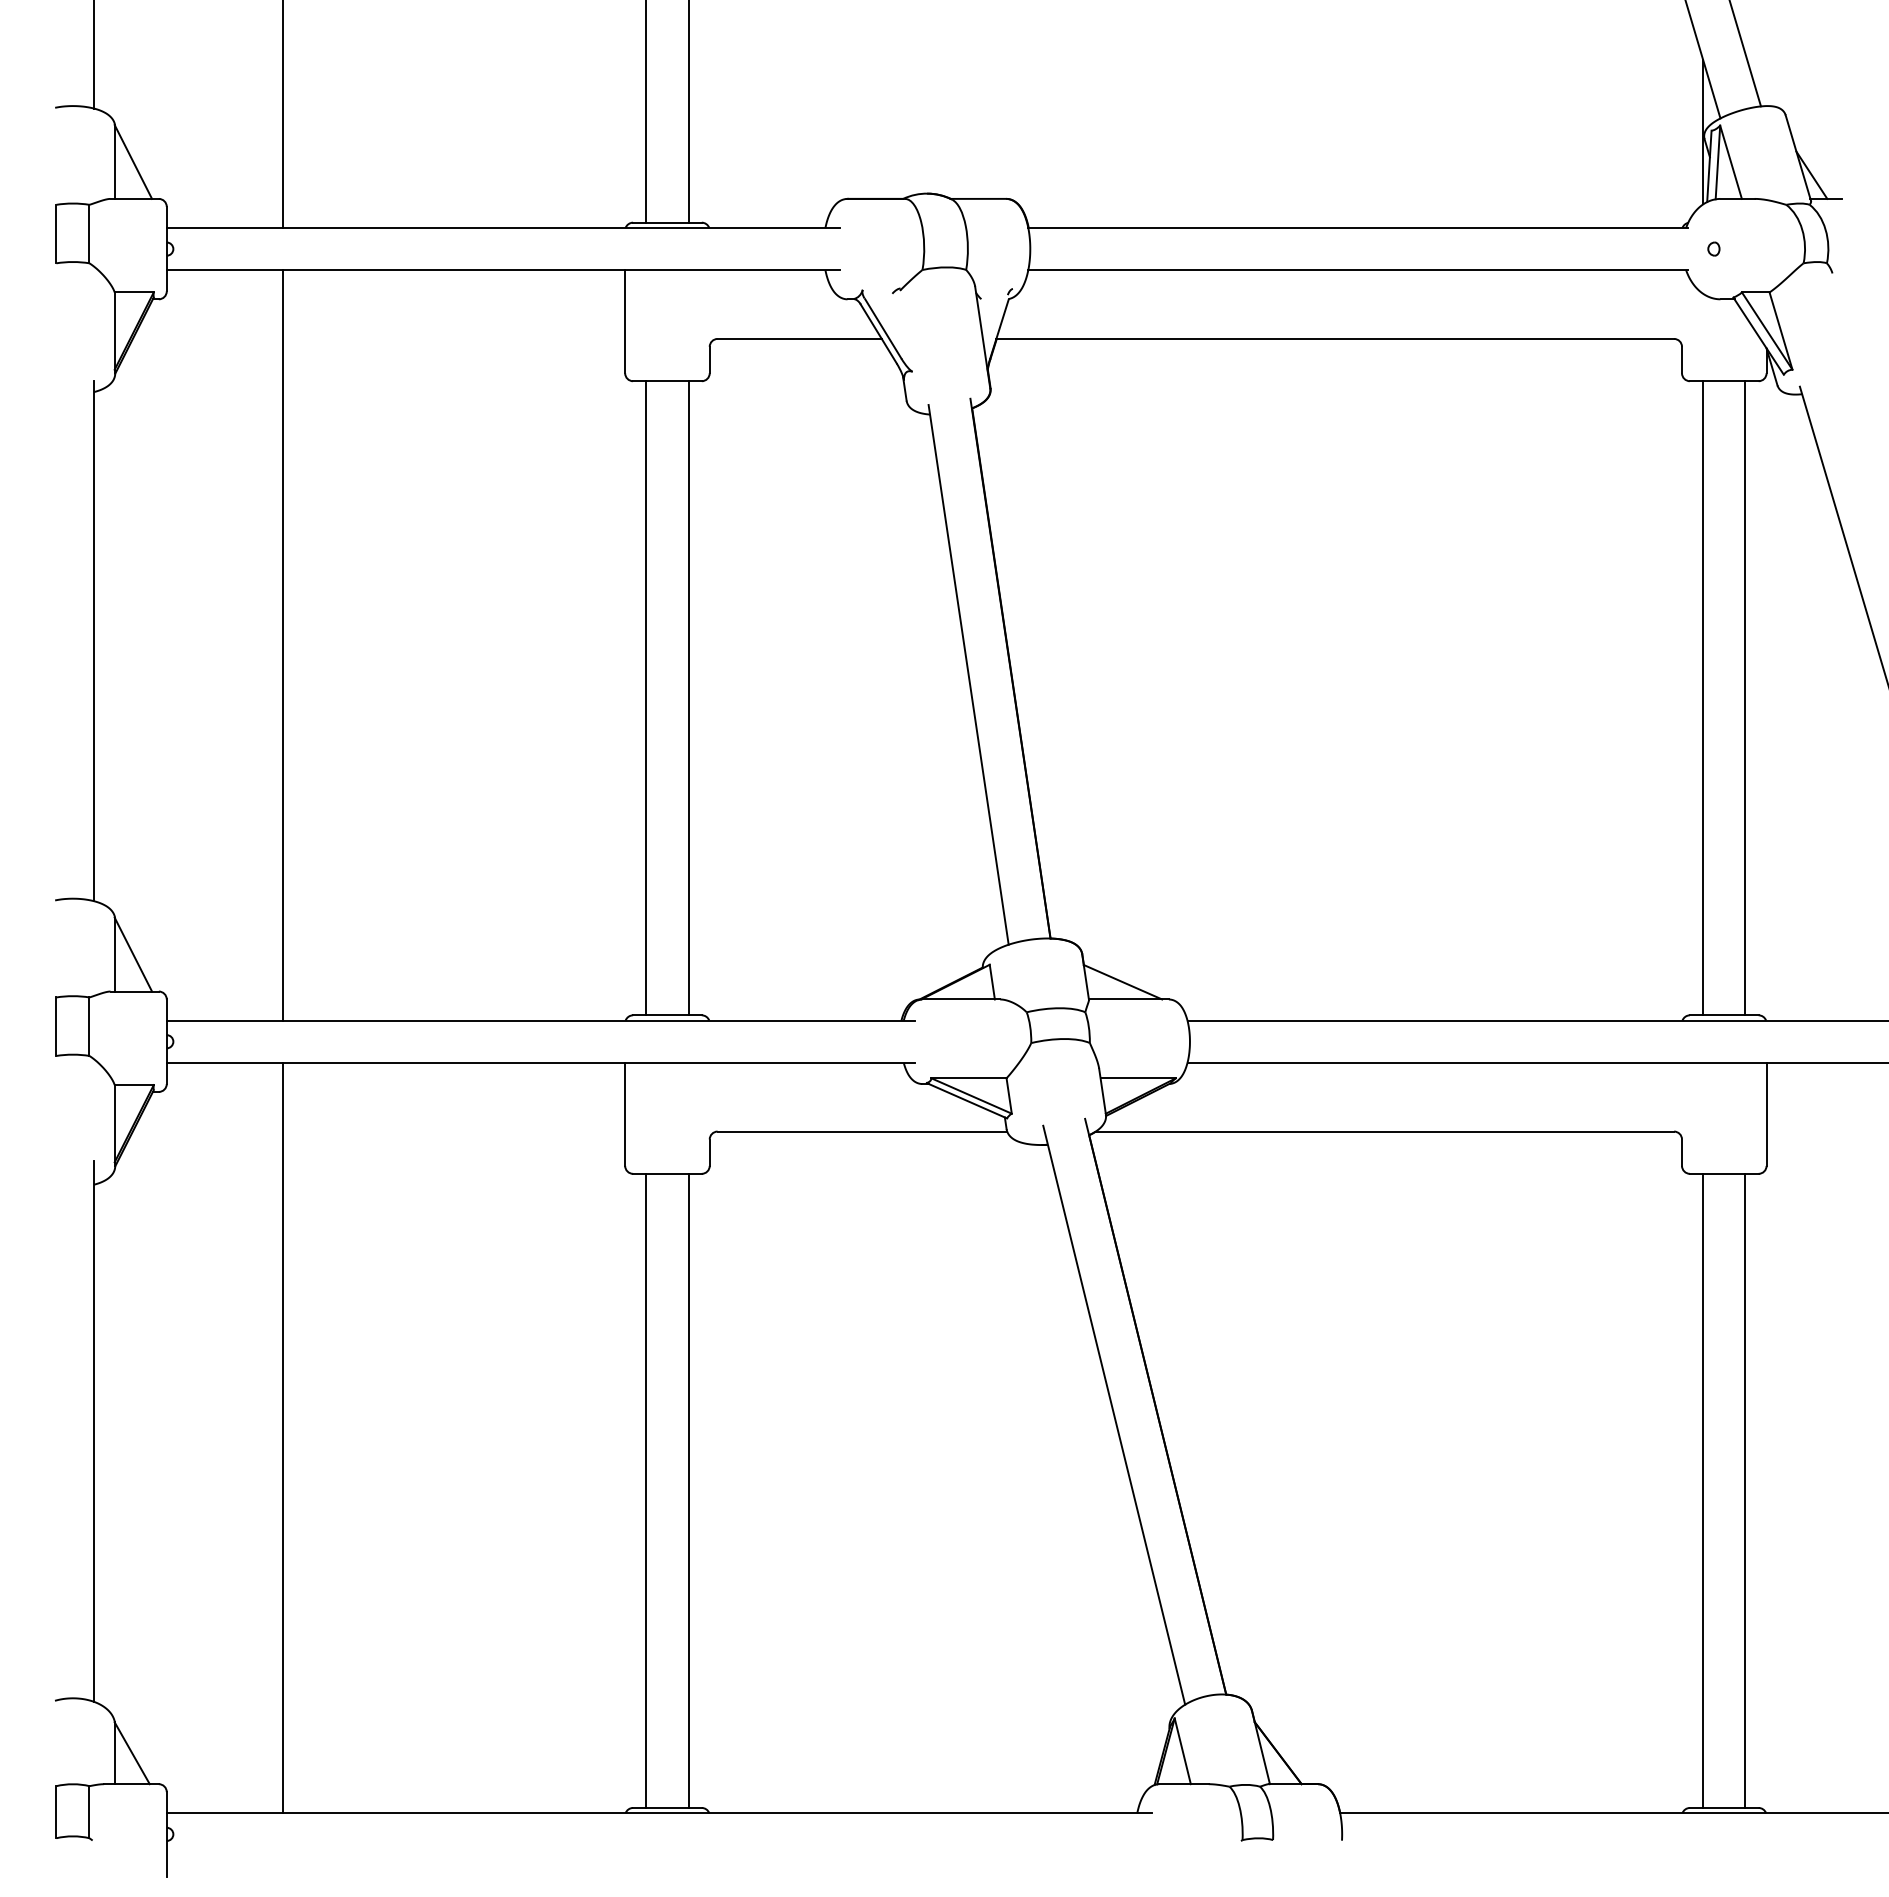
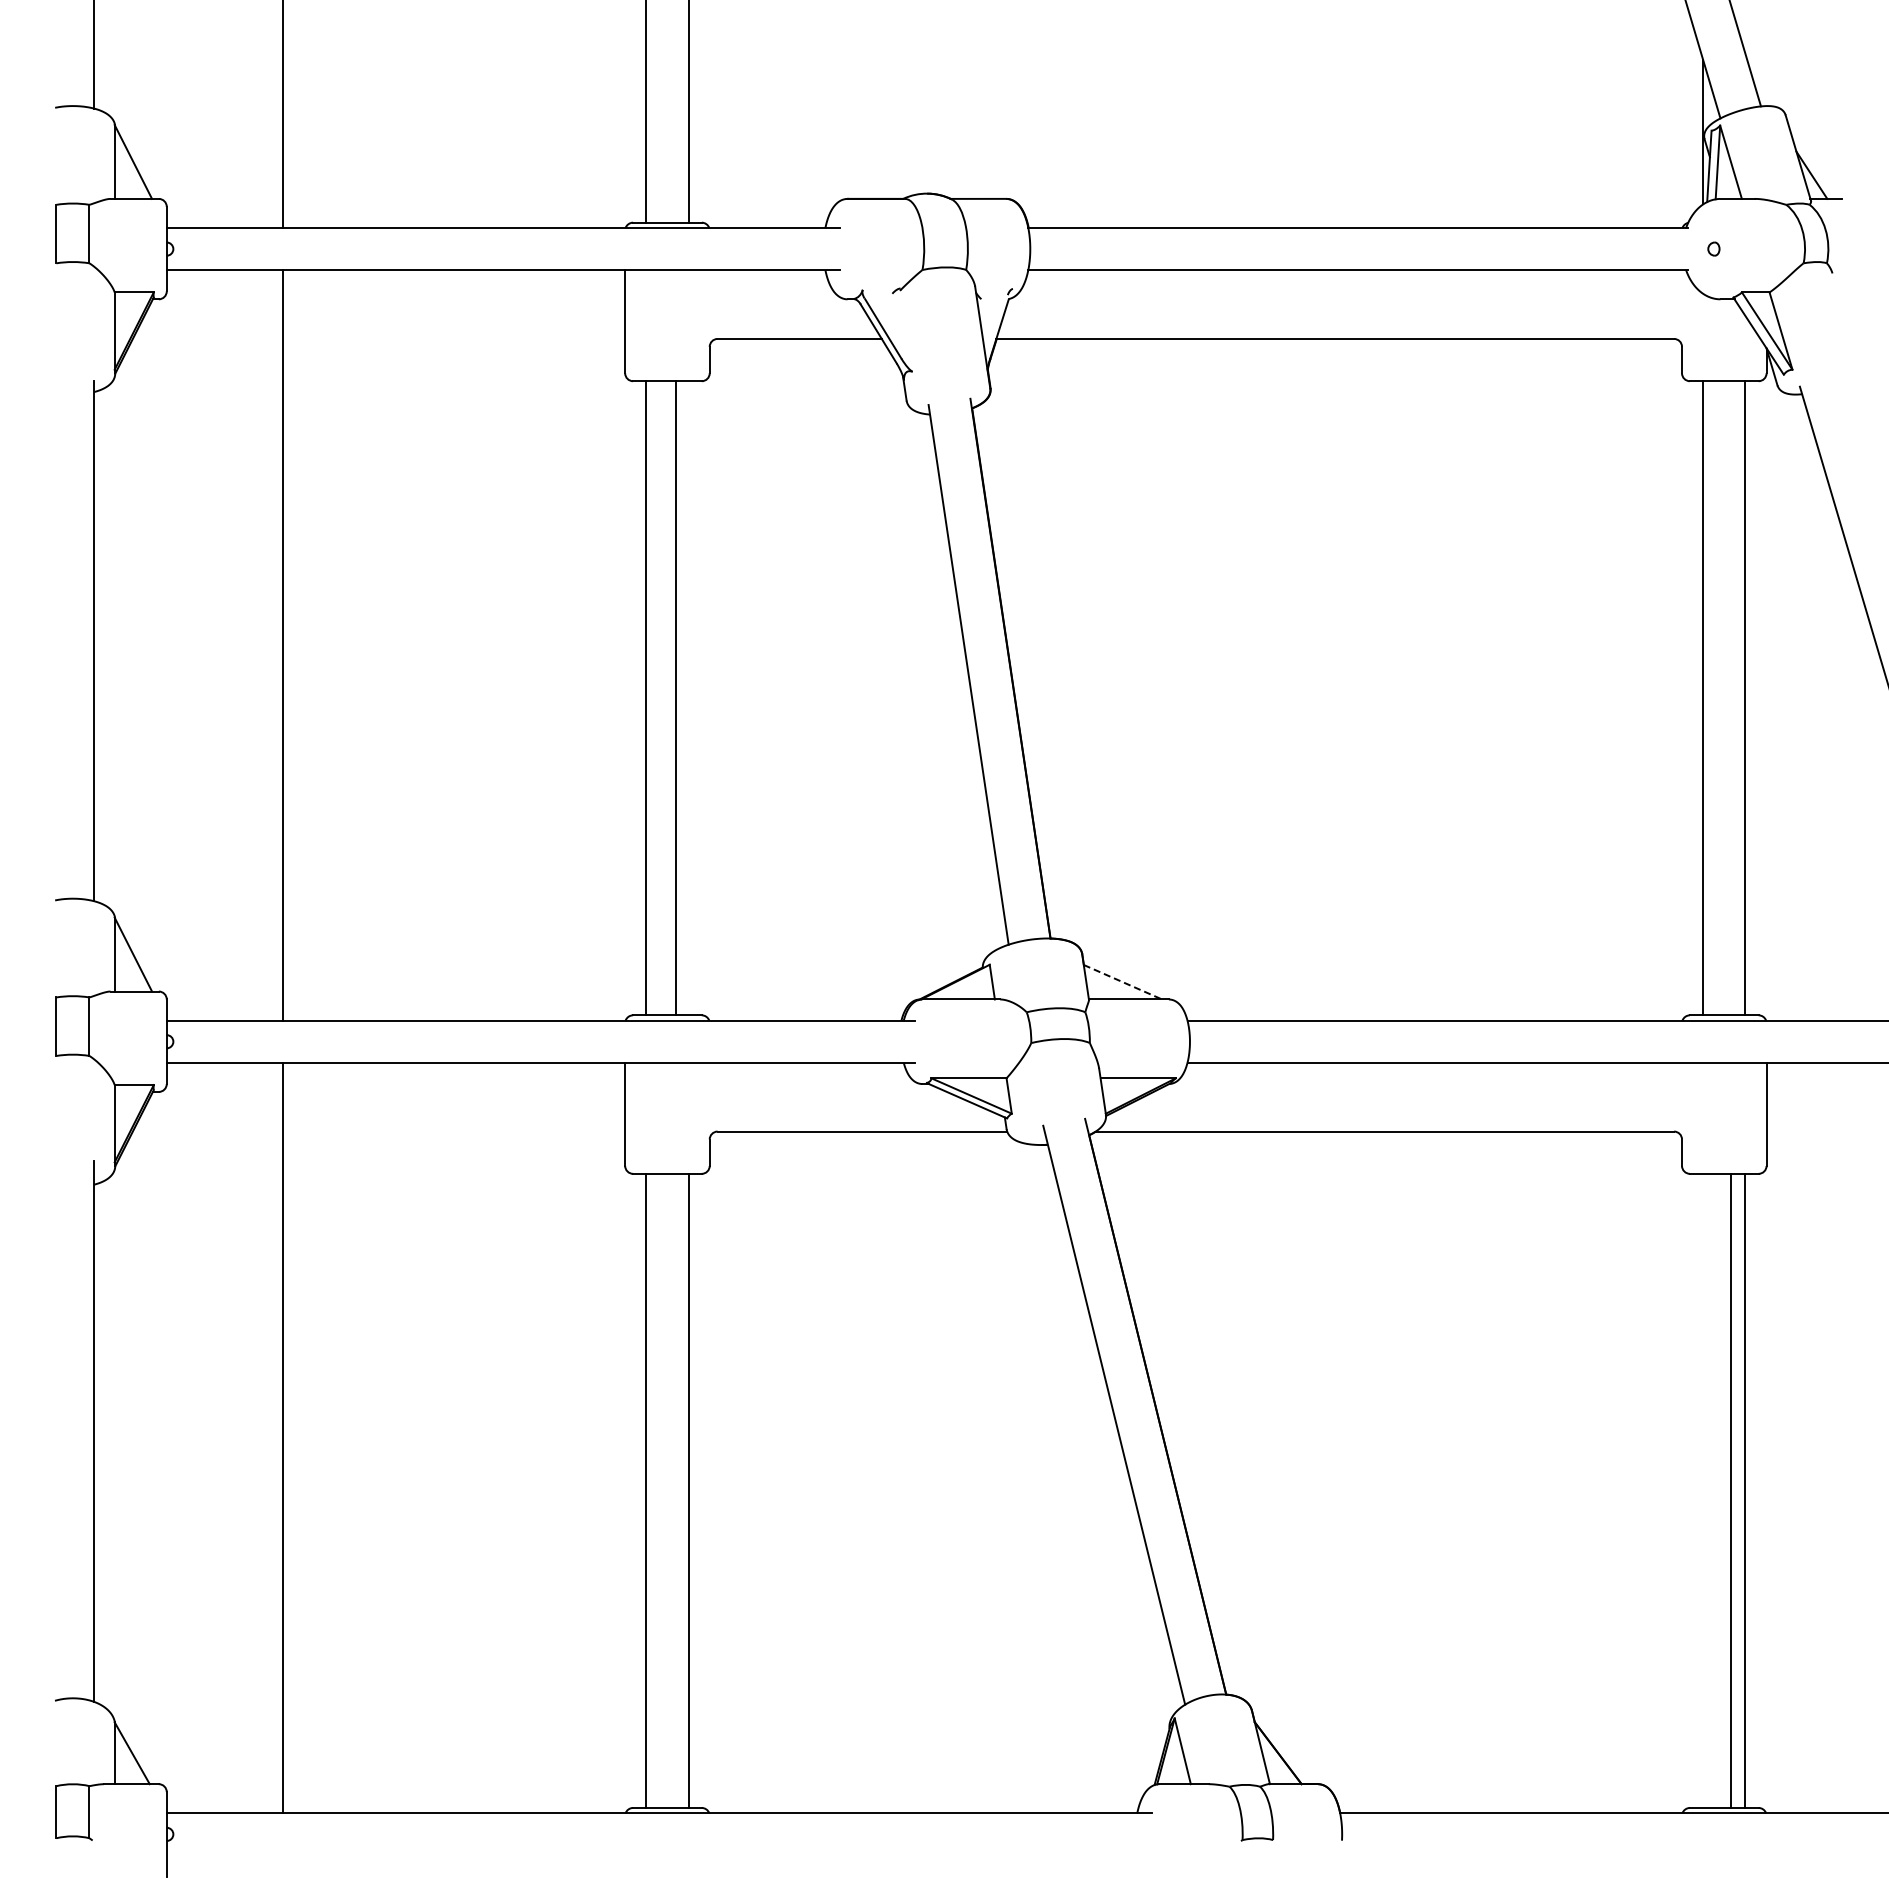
line at (688, 698) position: (688, 698) -> (675, 698)
line at (1122, 982): solid -> dashed
line at (1703, 1490) position: (1703, 1490) -> (1731, 1490)
